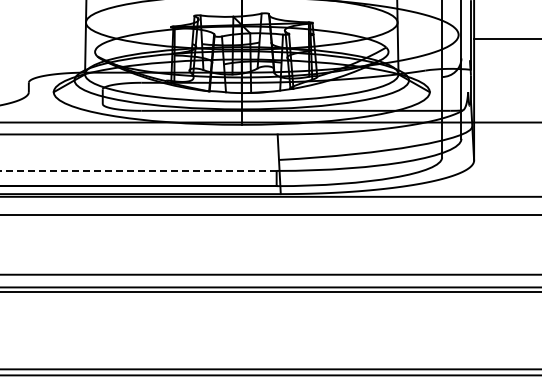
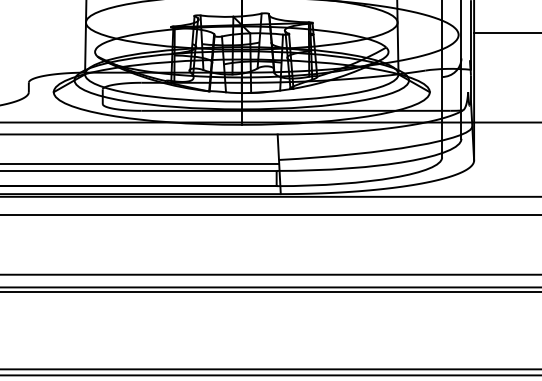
line at (506, 38) position: (506, 38) -> (506, 32)
line at (140, 164): none -> present
line at (138, 170): dashed -> solid
